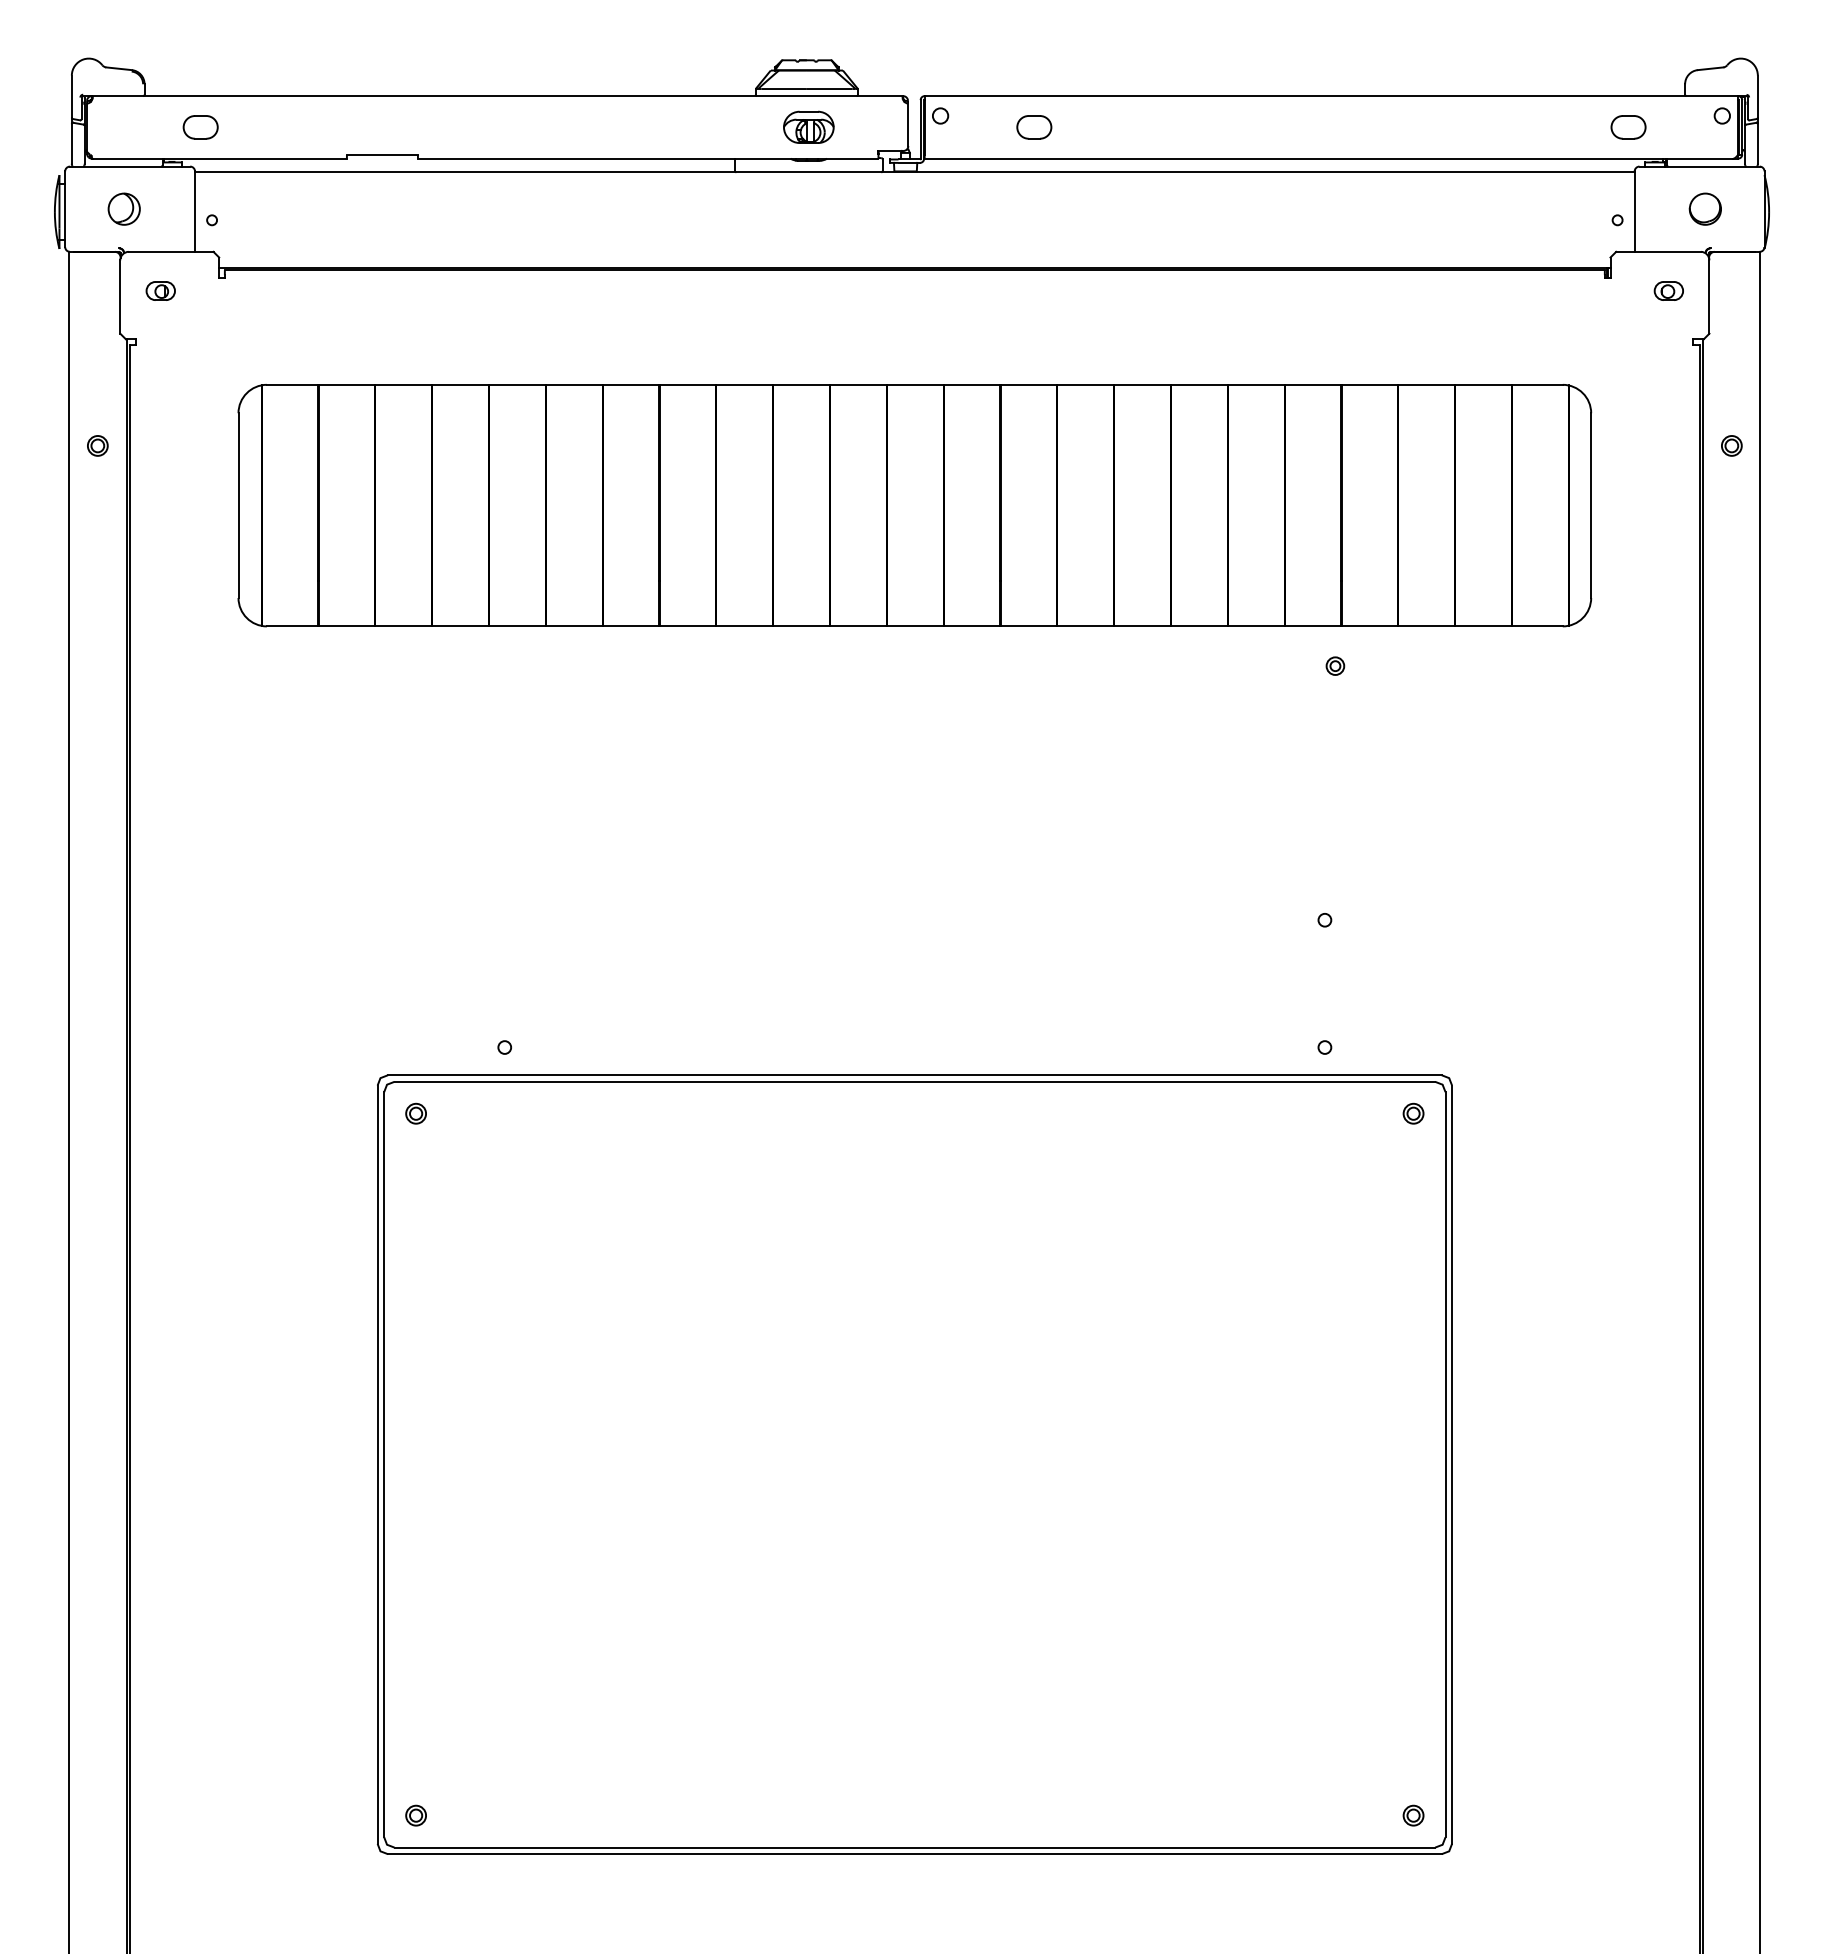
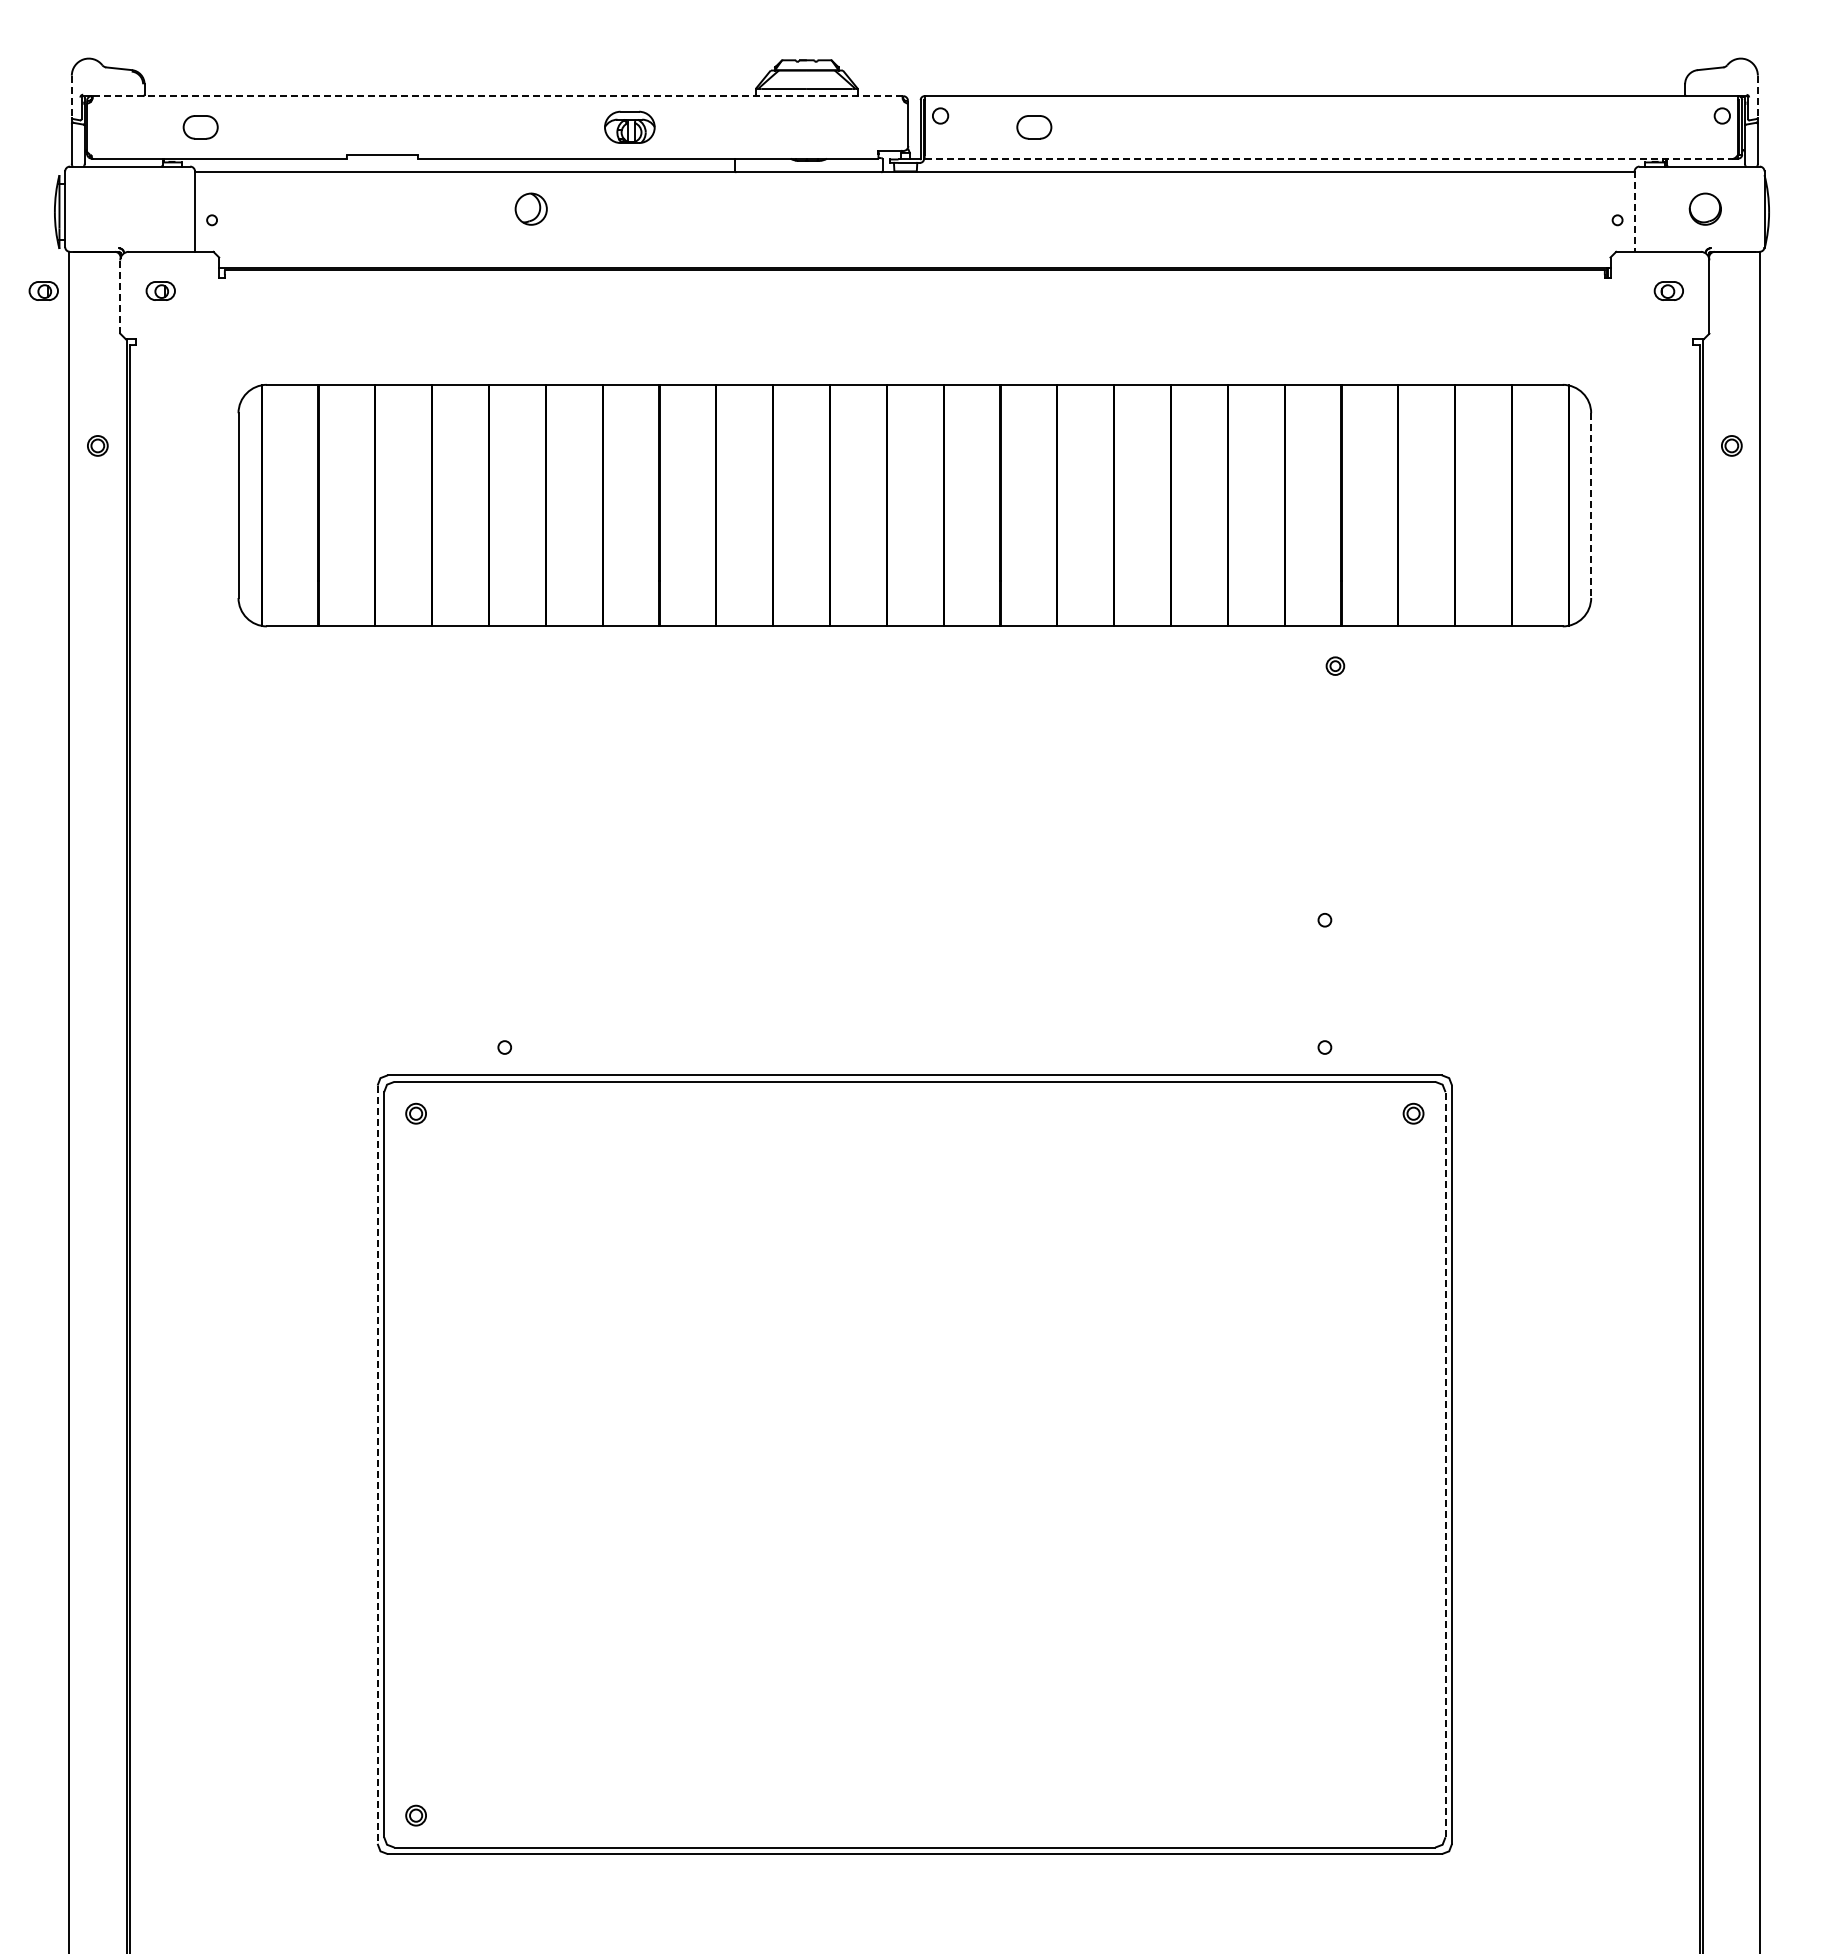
line at (498, 96): solid -> dashed
line at (71, 97): solid -> dashed
line at (1757, 97): solid -> dashed
part at (808, 126) position: (808, 126) -> (629, 126)
part at (1628, 127): present -> none
line at (1329, 158): solid -> dashed
part at (123, 208) position: (123, 208) -> (530, 208)
line at (1634, 212): solid -> dashed
part at (43, 290): none -> present
line at (120, 297): solid -> dashed
line at (1591, 506): solid -> dashed
line at (1445, 1464): solid -> dashed
line at (377, 1465): solid -> dashed
part at (1413, 1815): present -> none
